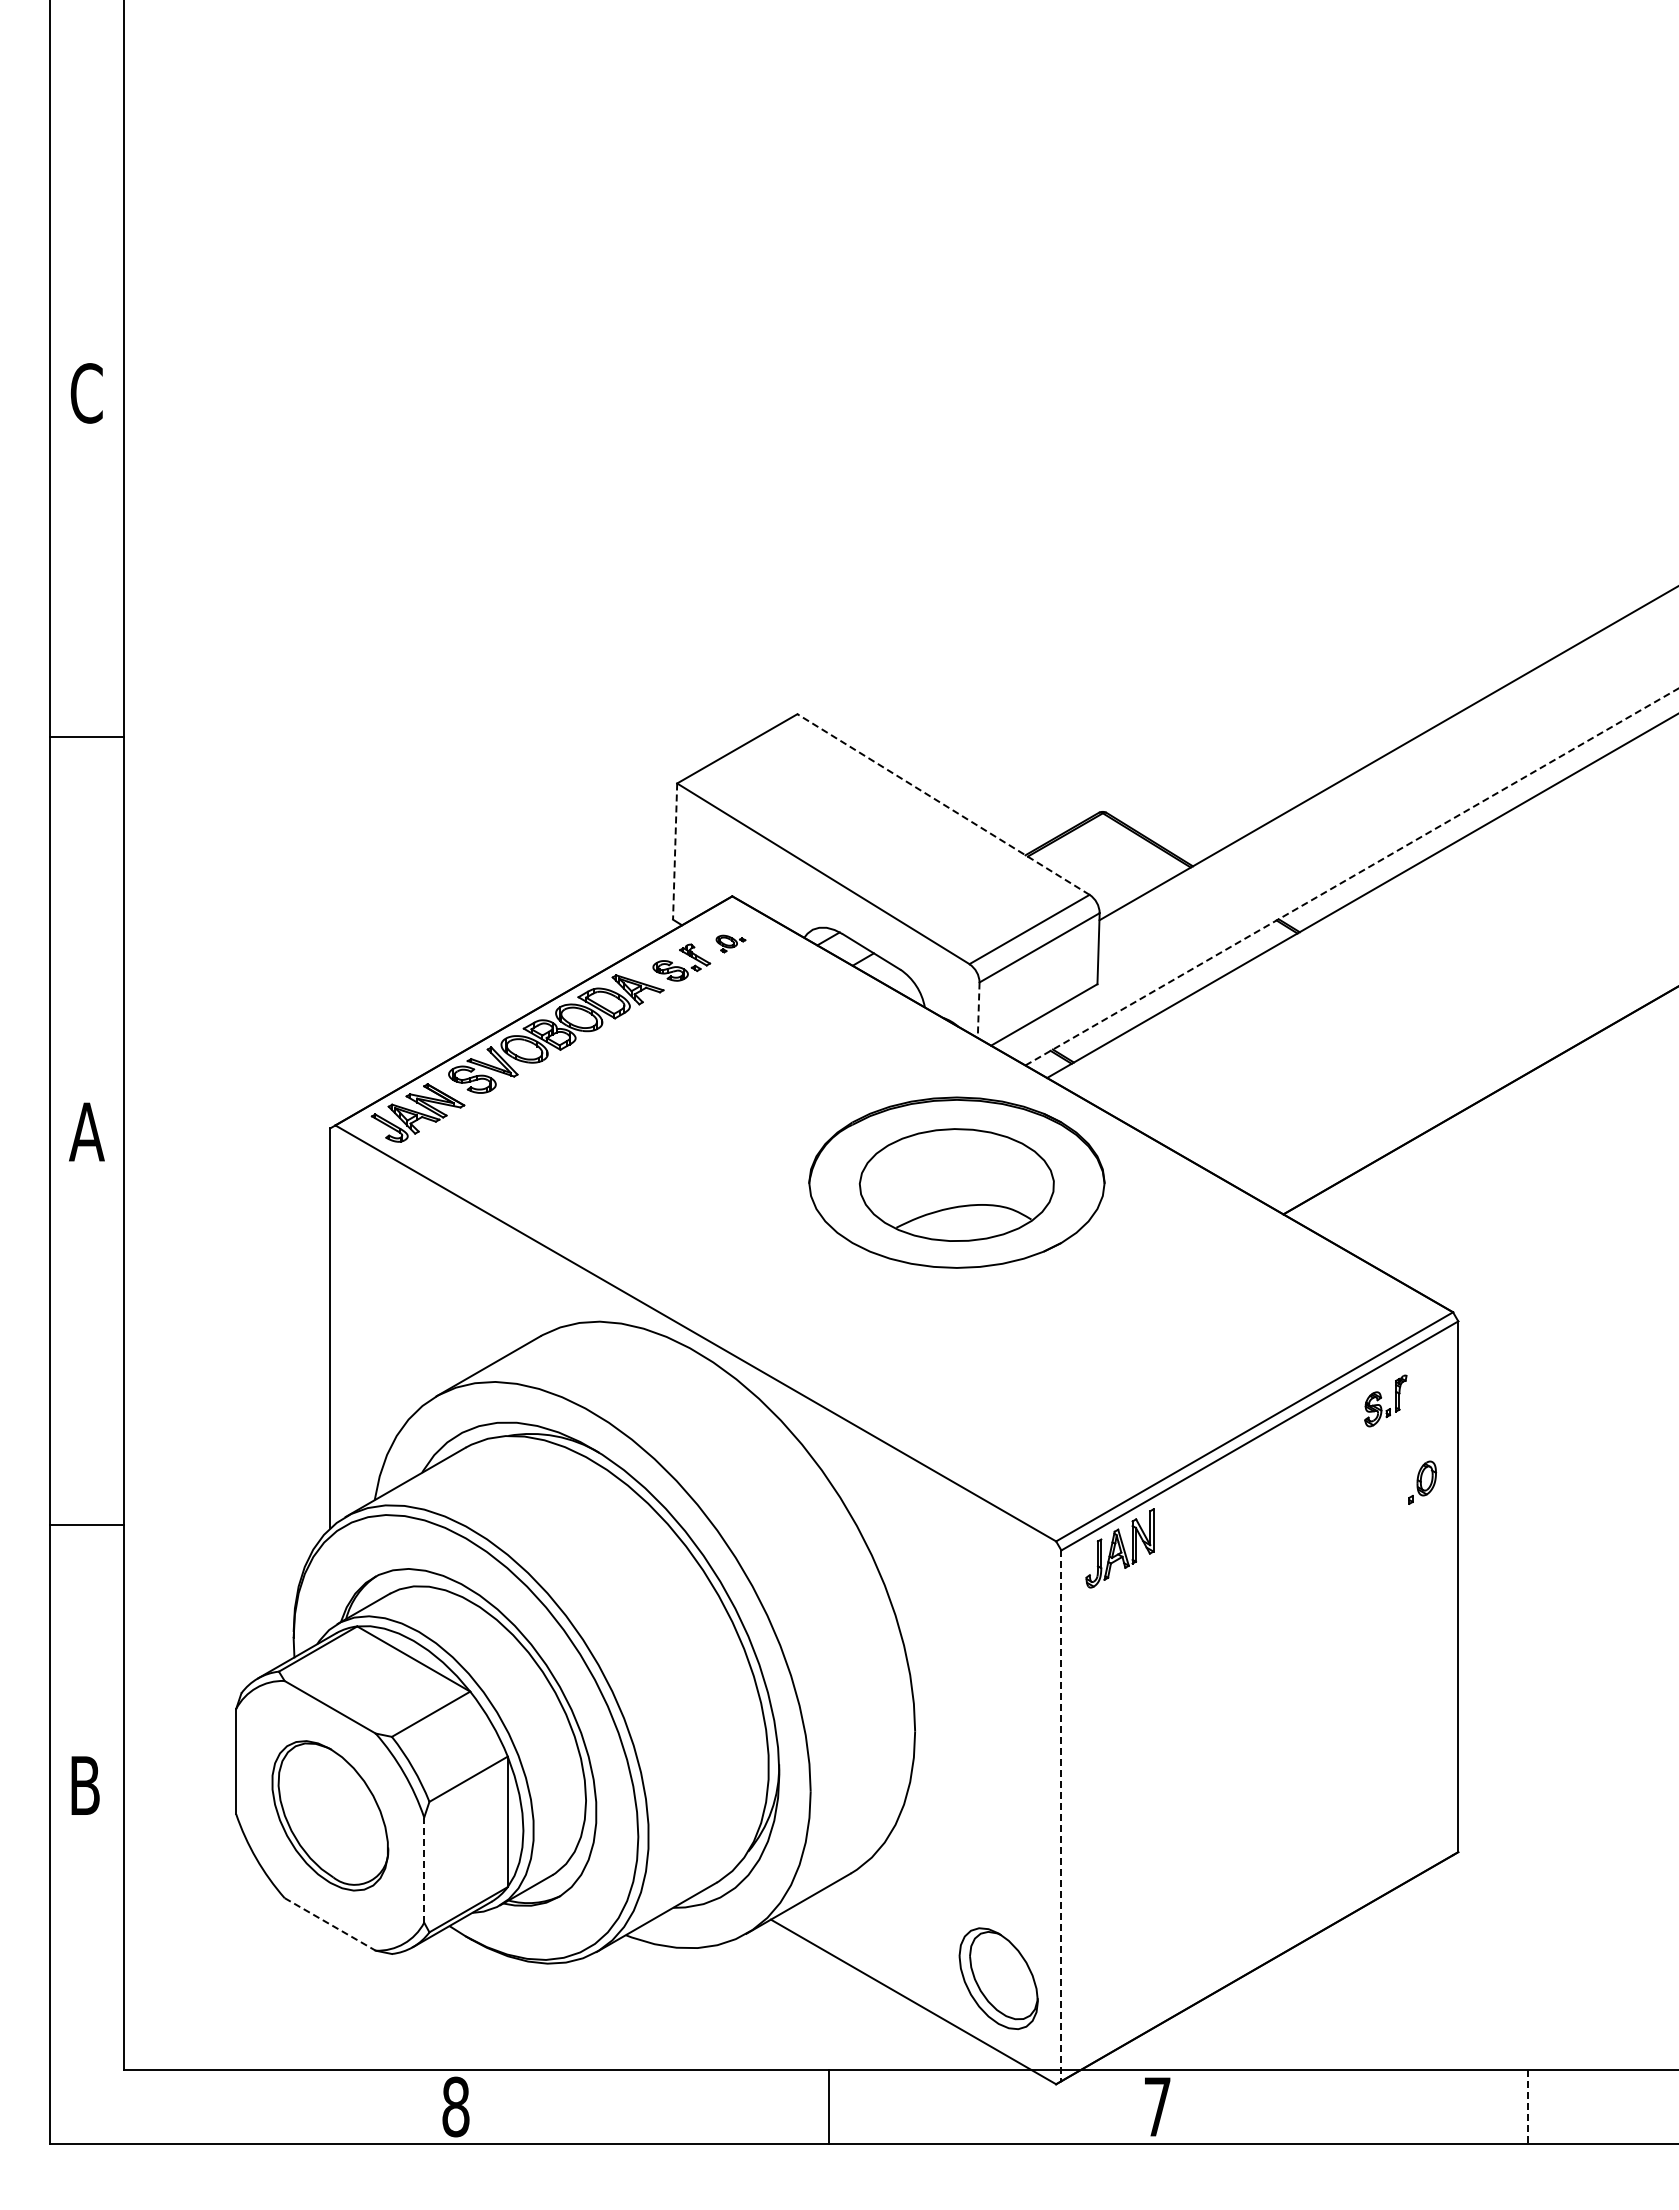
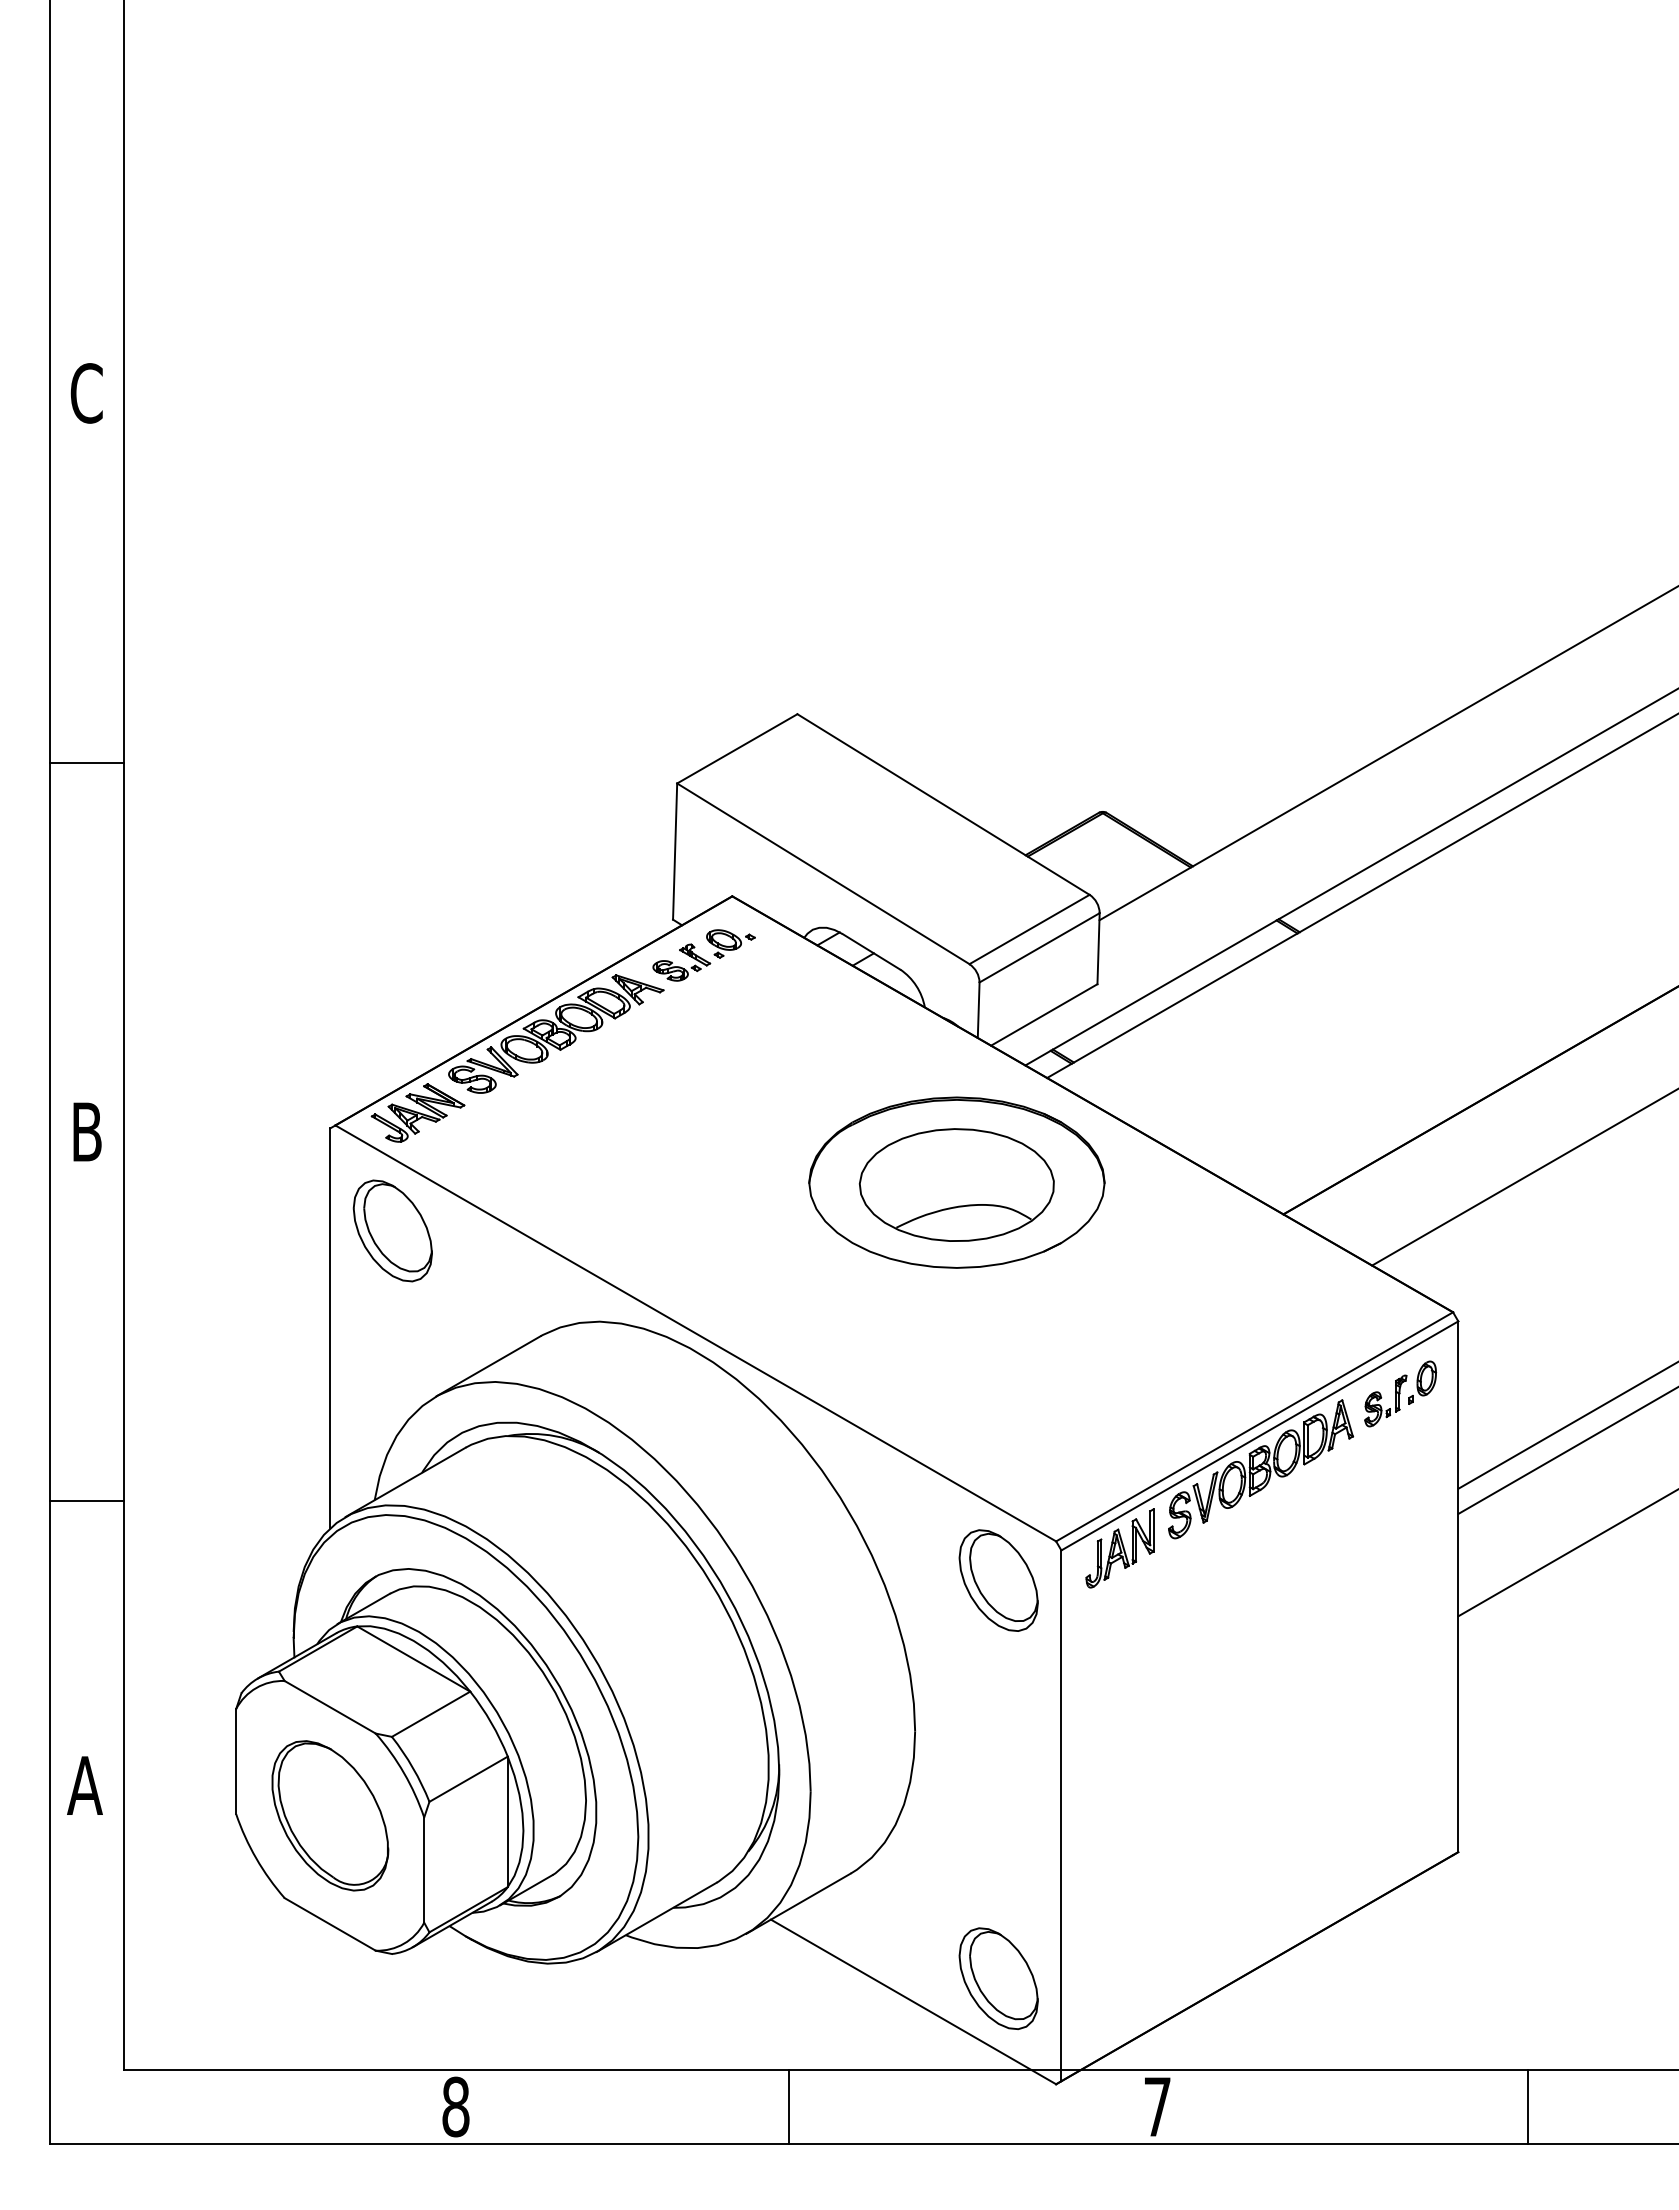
line at (87, 736) position: (87, 736) -> (87, 762)
line at (943, 804): dashed -> solid
line at (675, 852): dashed -> solid
line at (1351, 877): dashed -> solid
part at (730, 943) size: 32x20 px -> 50x30 px
line at (978, 1010): dashed -> solid
text at (86, 1131): A -> B
line at (1523, 1177): none -> present
part at (392, 1230): none -> present
line at (1566, 1425): none -> present
line at (1566, 1451): none -> present
part at (1261, 1469): none -> present
part at (1422, 1482) position: (1422, 1482) -> (1422, 1382)
line at (87, 1525) position: (87, 1525) -> (87, 1501)
line at (1566, 1553): none -> present
part at (998, 1580): none -> present
text at (84, 1785): B -> A
line at (1061, 1816): dashed -> solid
line at (424, 1870): dashed -> solid
line at (330, 1924): dashed -> solid
line at (829, 2106) position: (829, 2106) -> (789, 2106)
line at (1527, 2106): dashed -> solid
